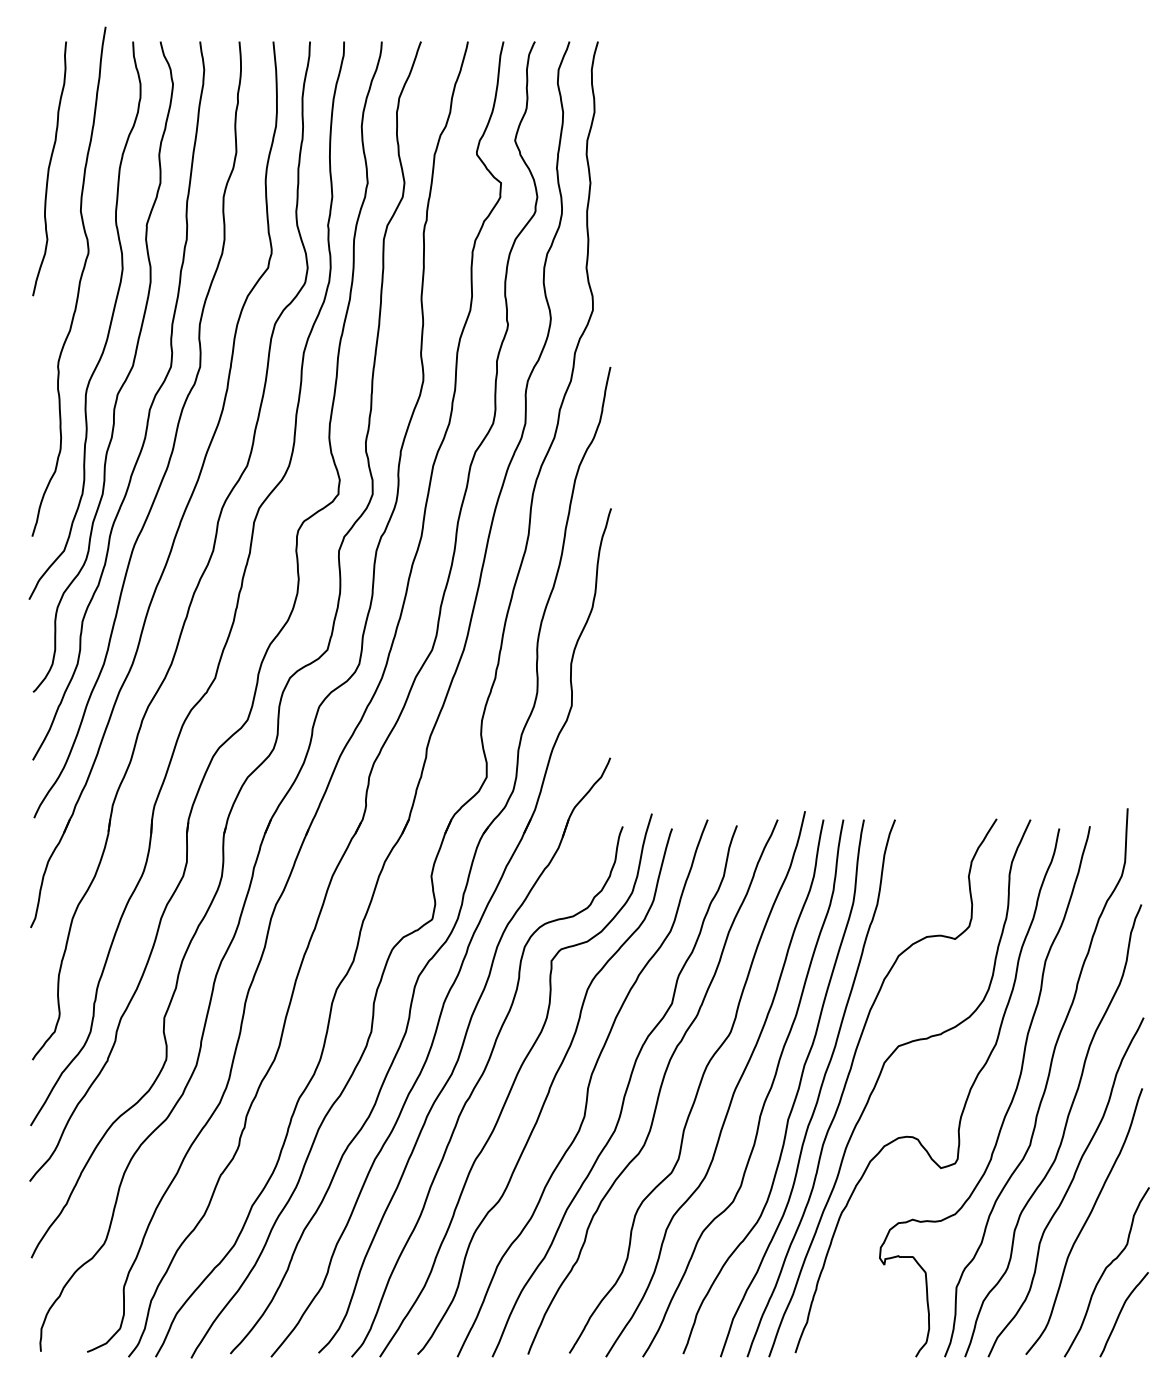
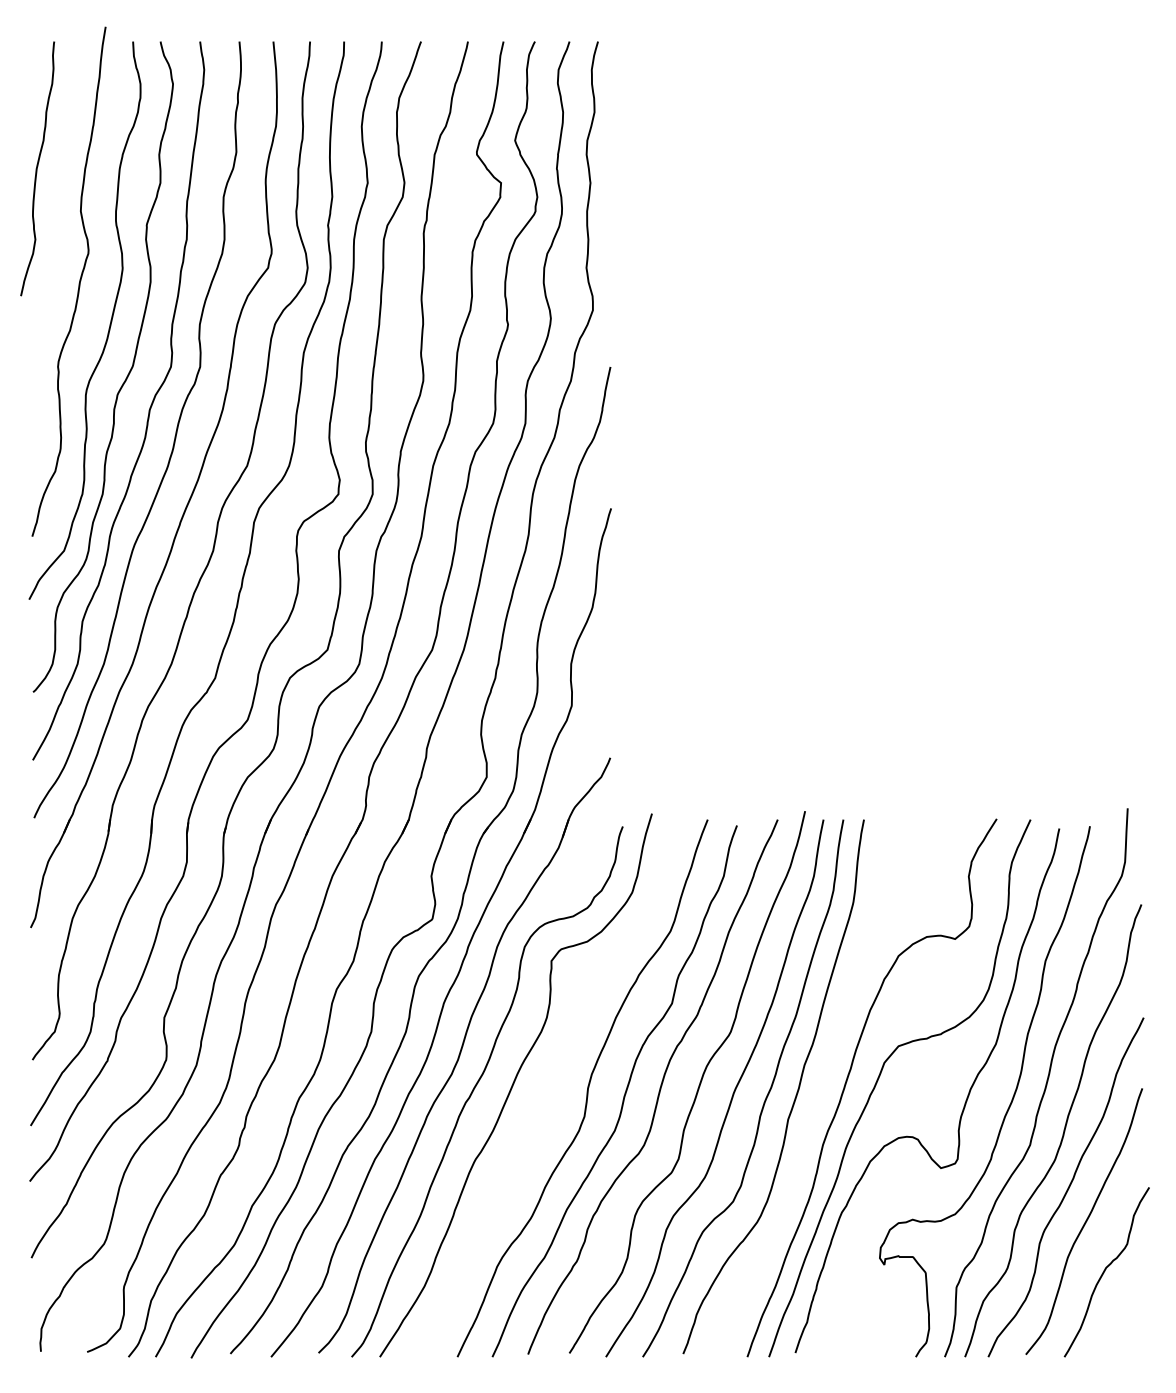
curve at (49, 168) position: (49, 168) -> (37, 168)
curve at (547, 1092): present -> none
curve at (818, 1092): present -> none
curve at (1121, 1312): present -> none
